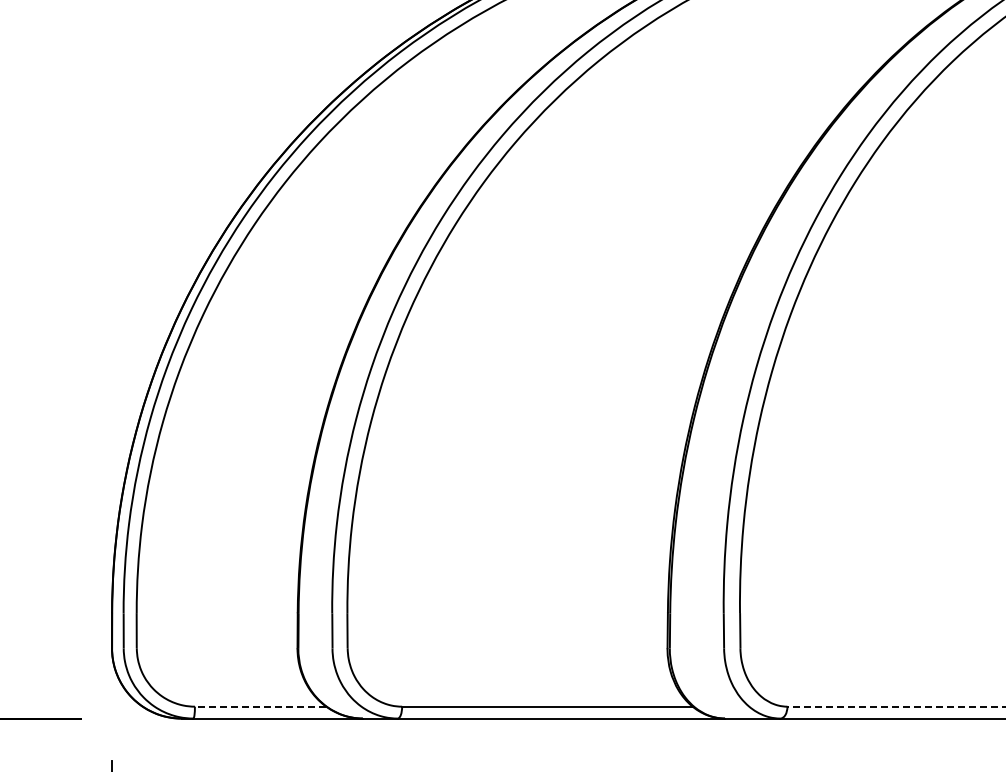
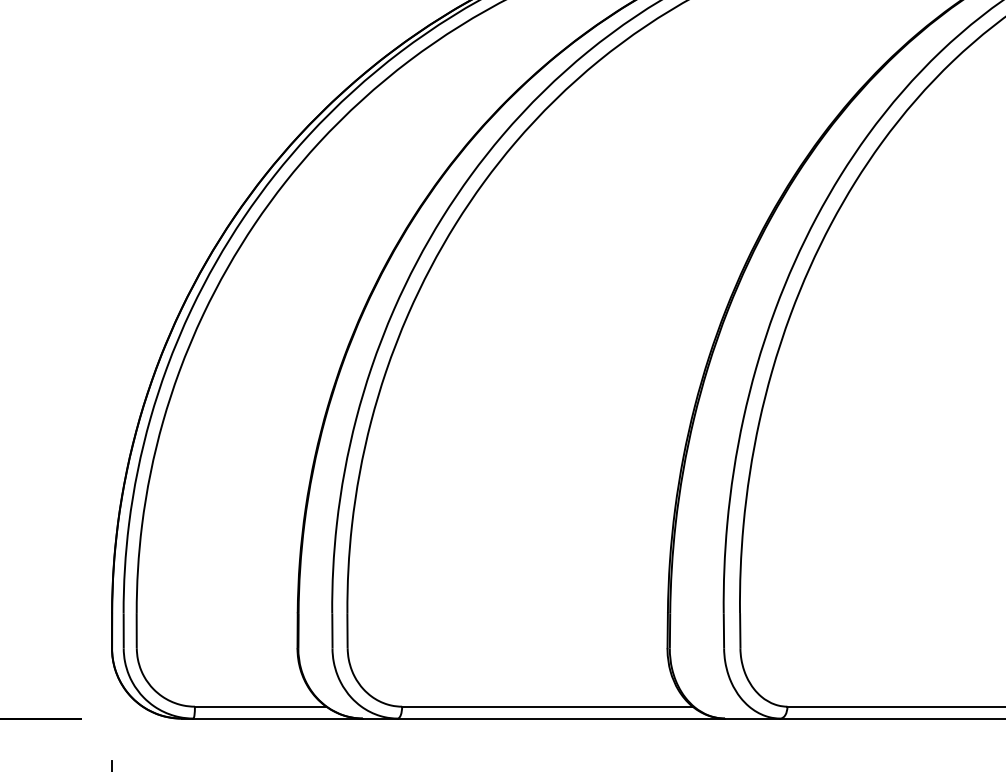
line at (260, 706): dashed -> solid
line at (896, 706): dashed -> solid
